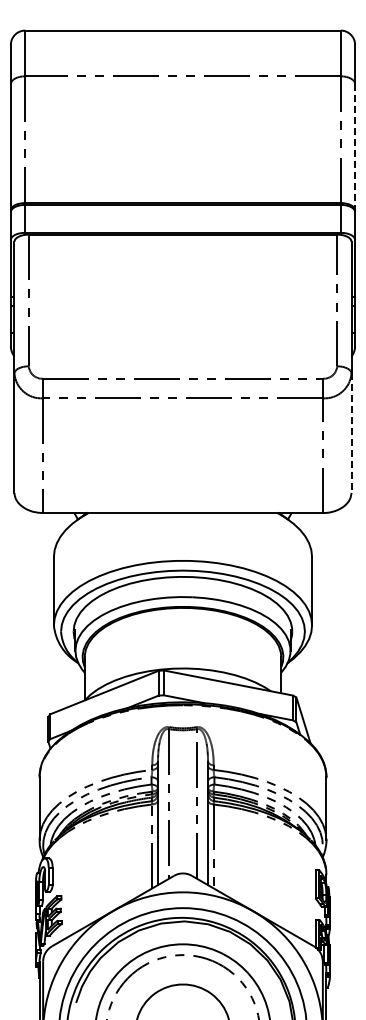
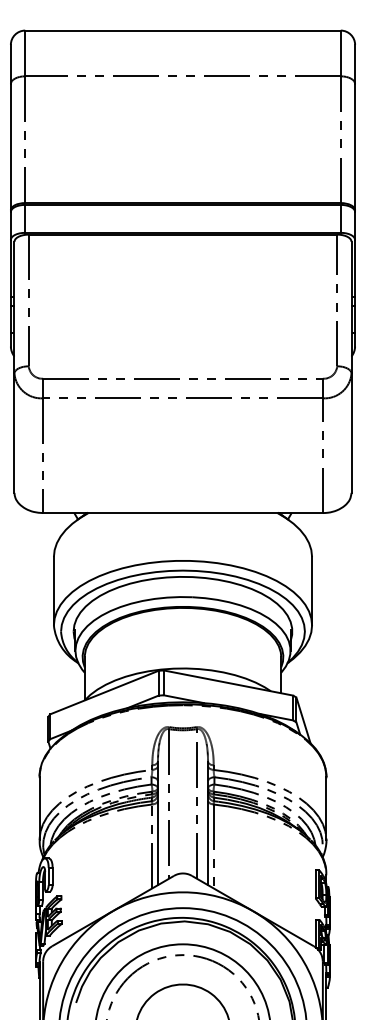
line at (355, 147): dashed -> solid
line at (351, 433): dashed -> solid
